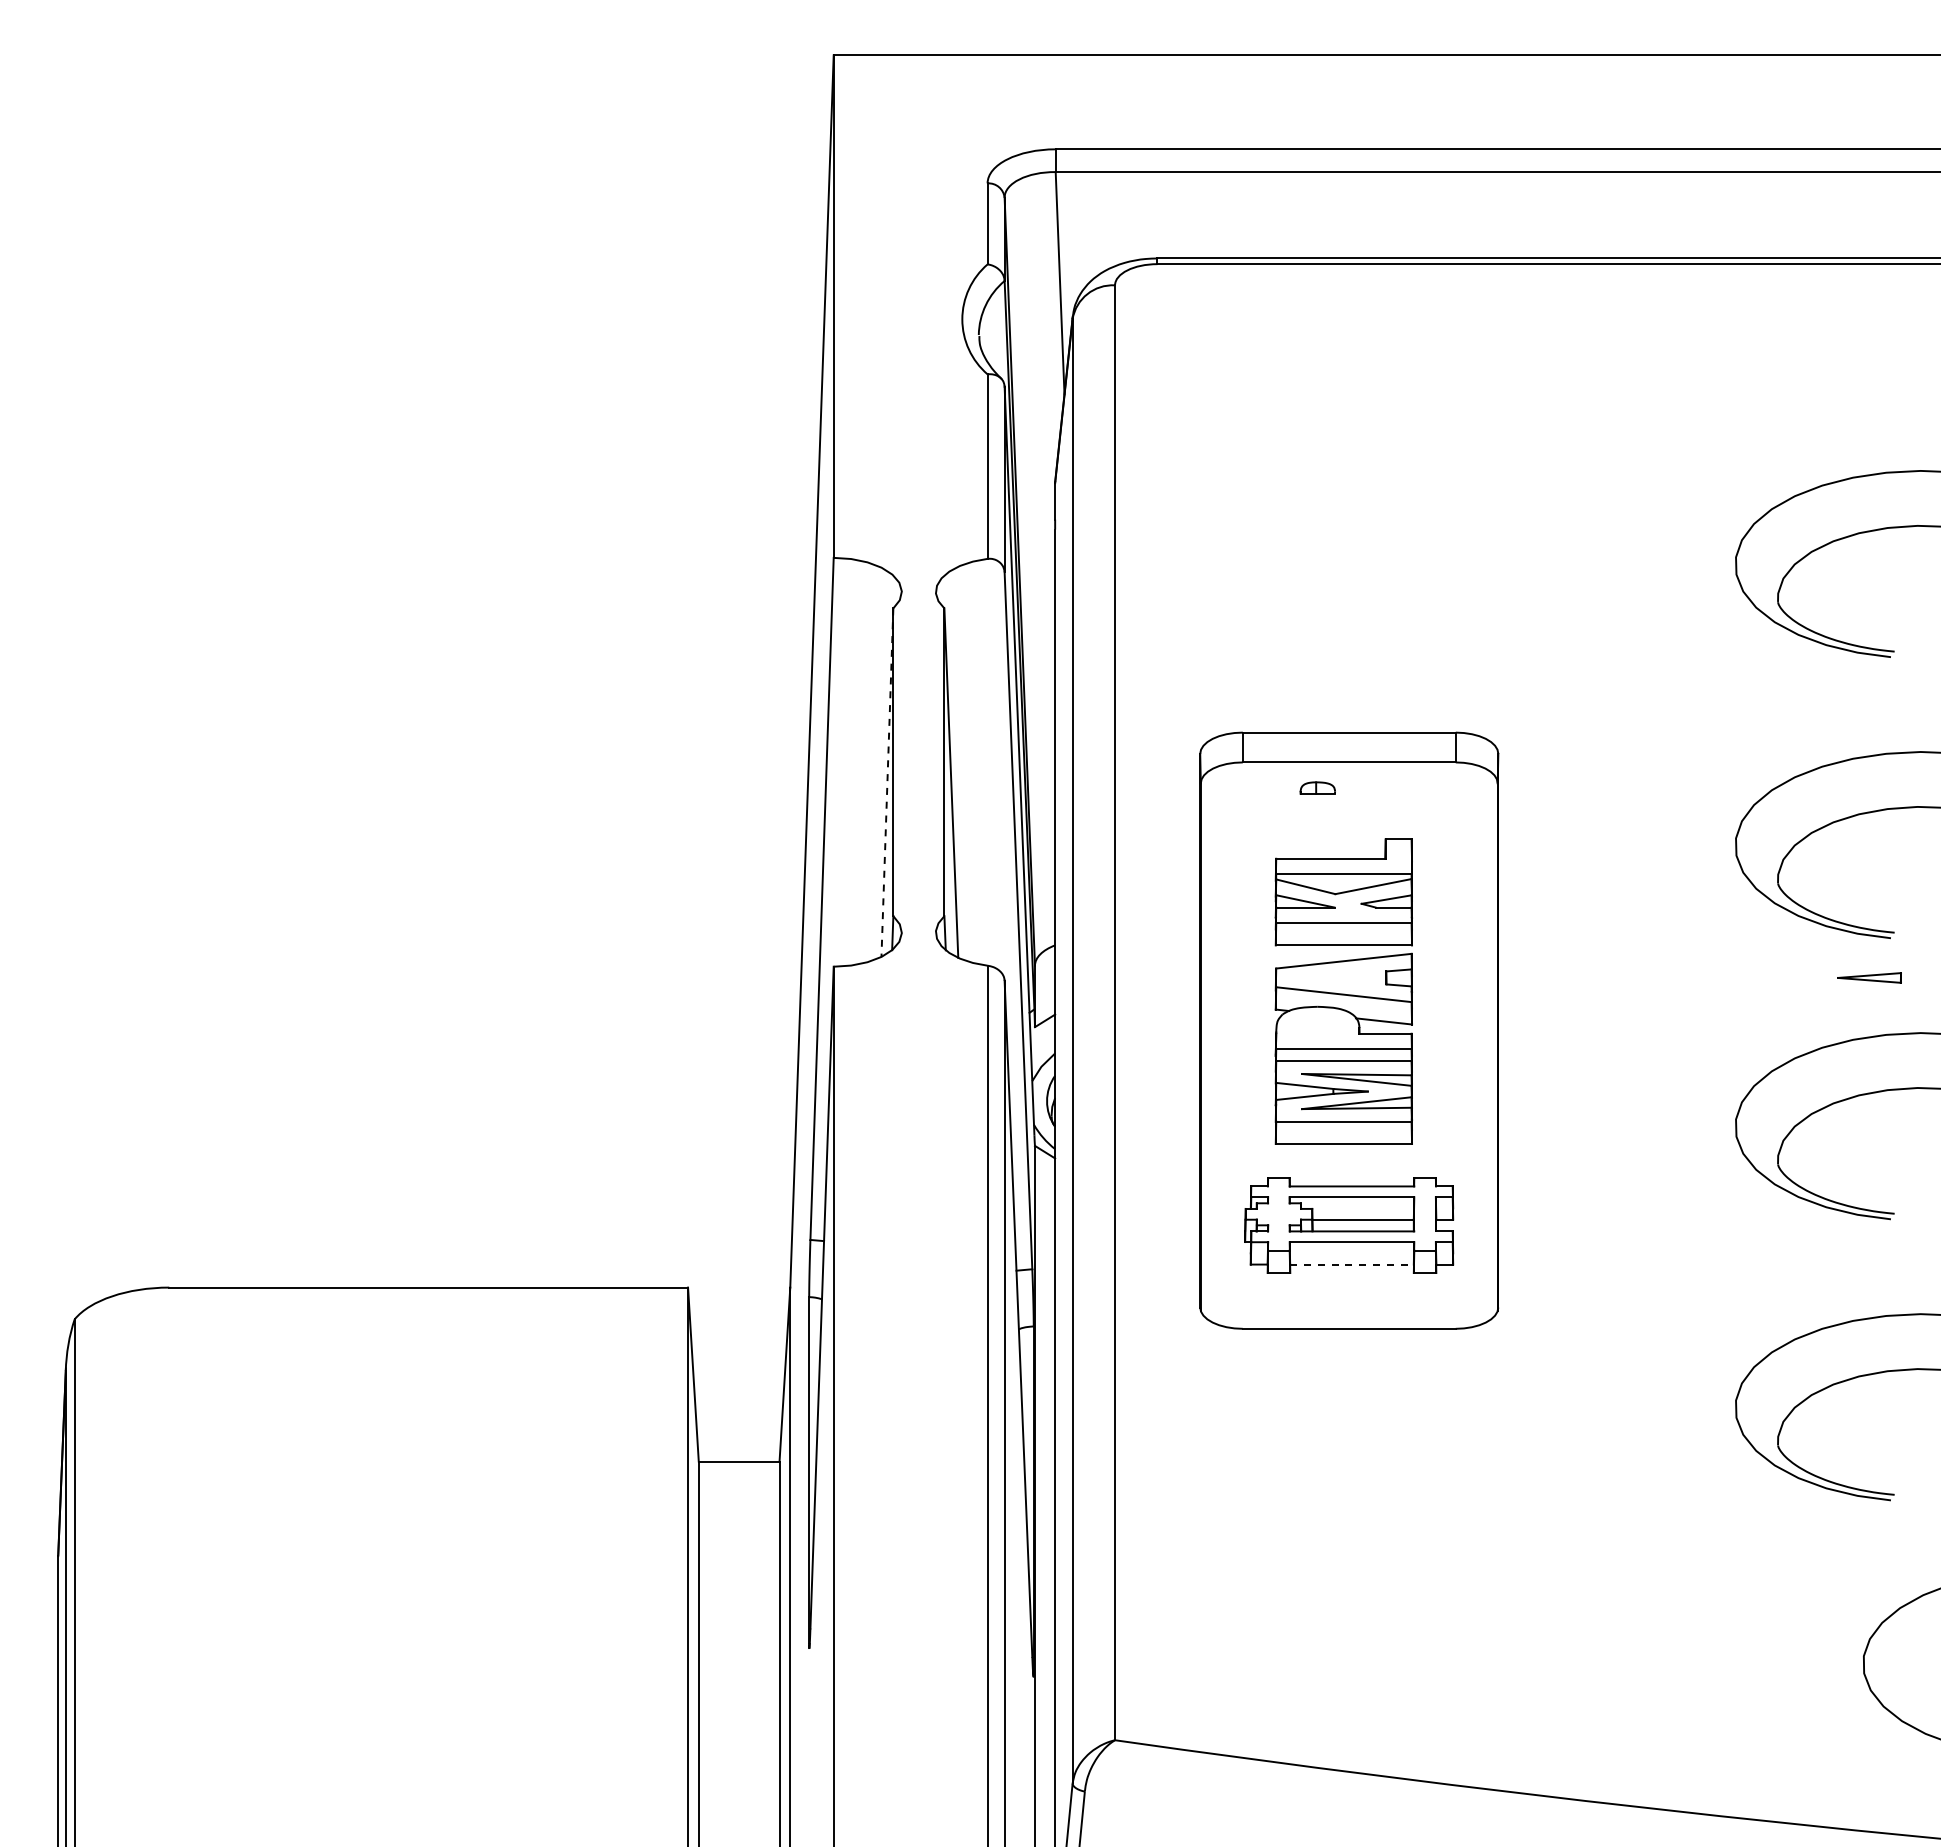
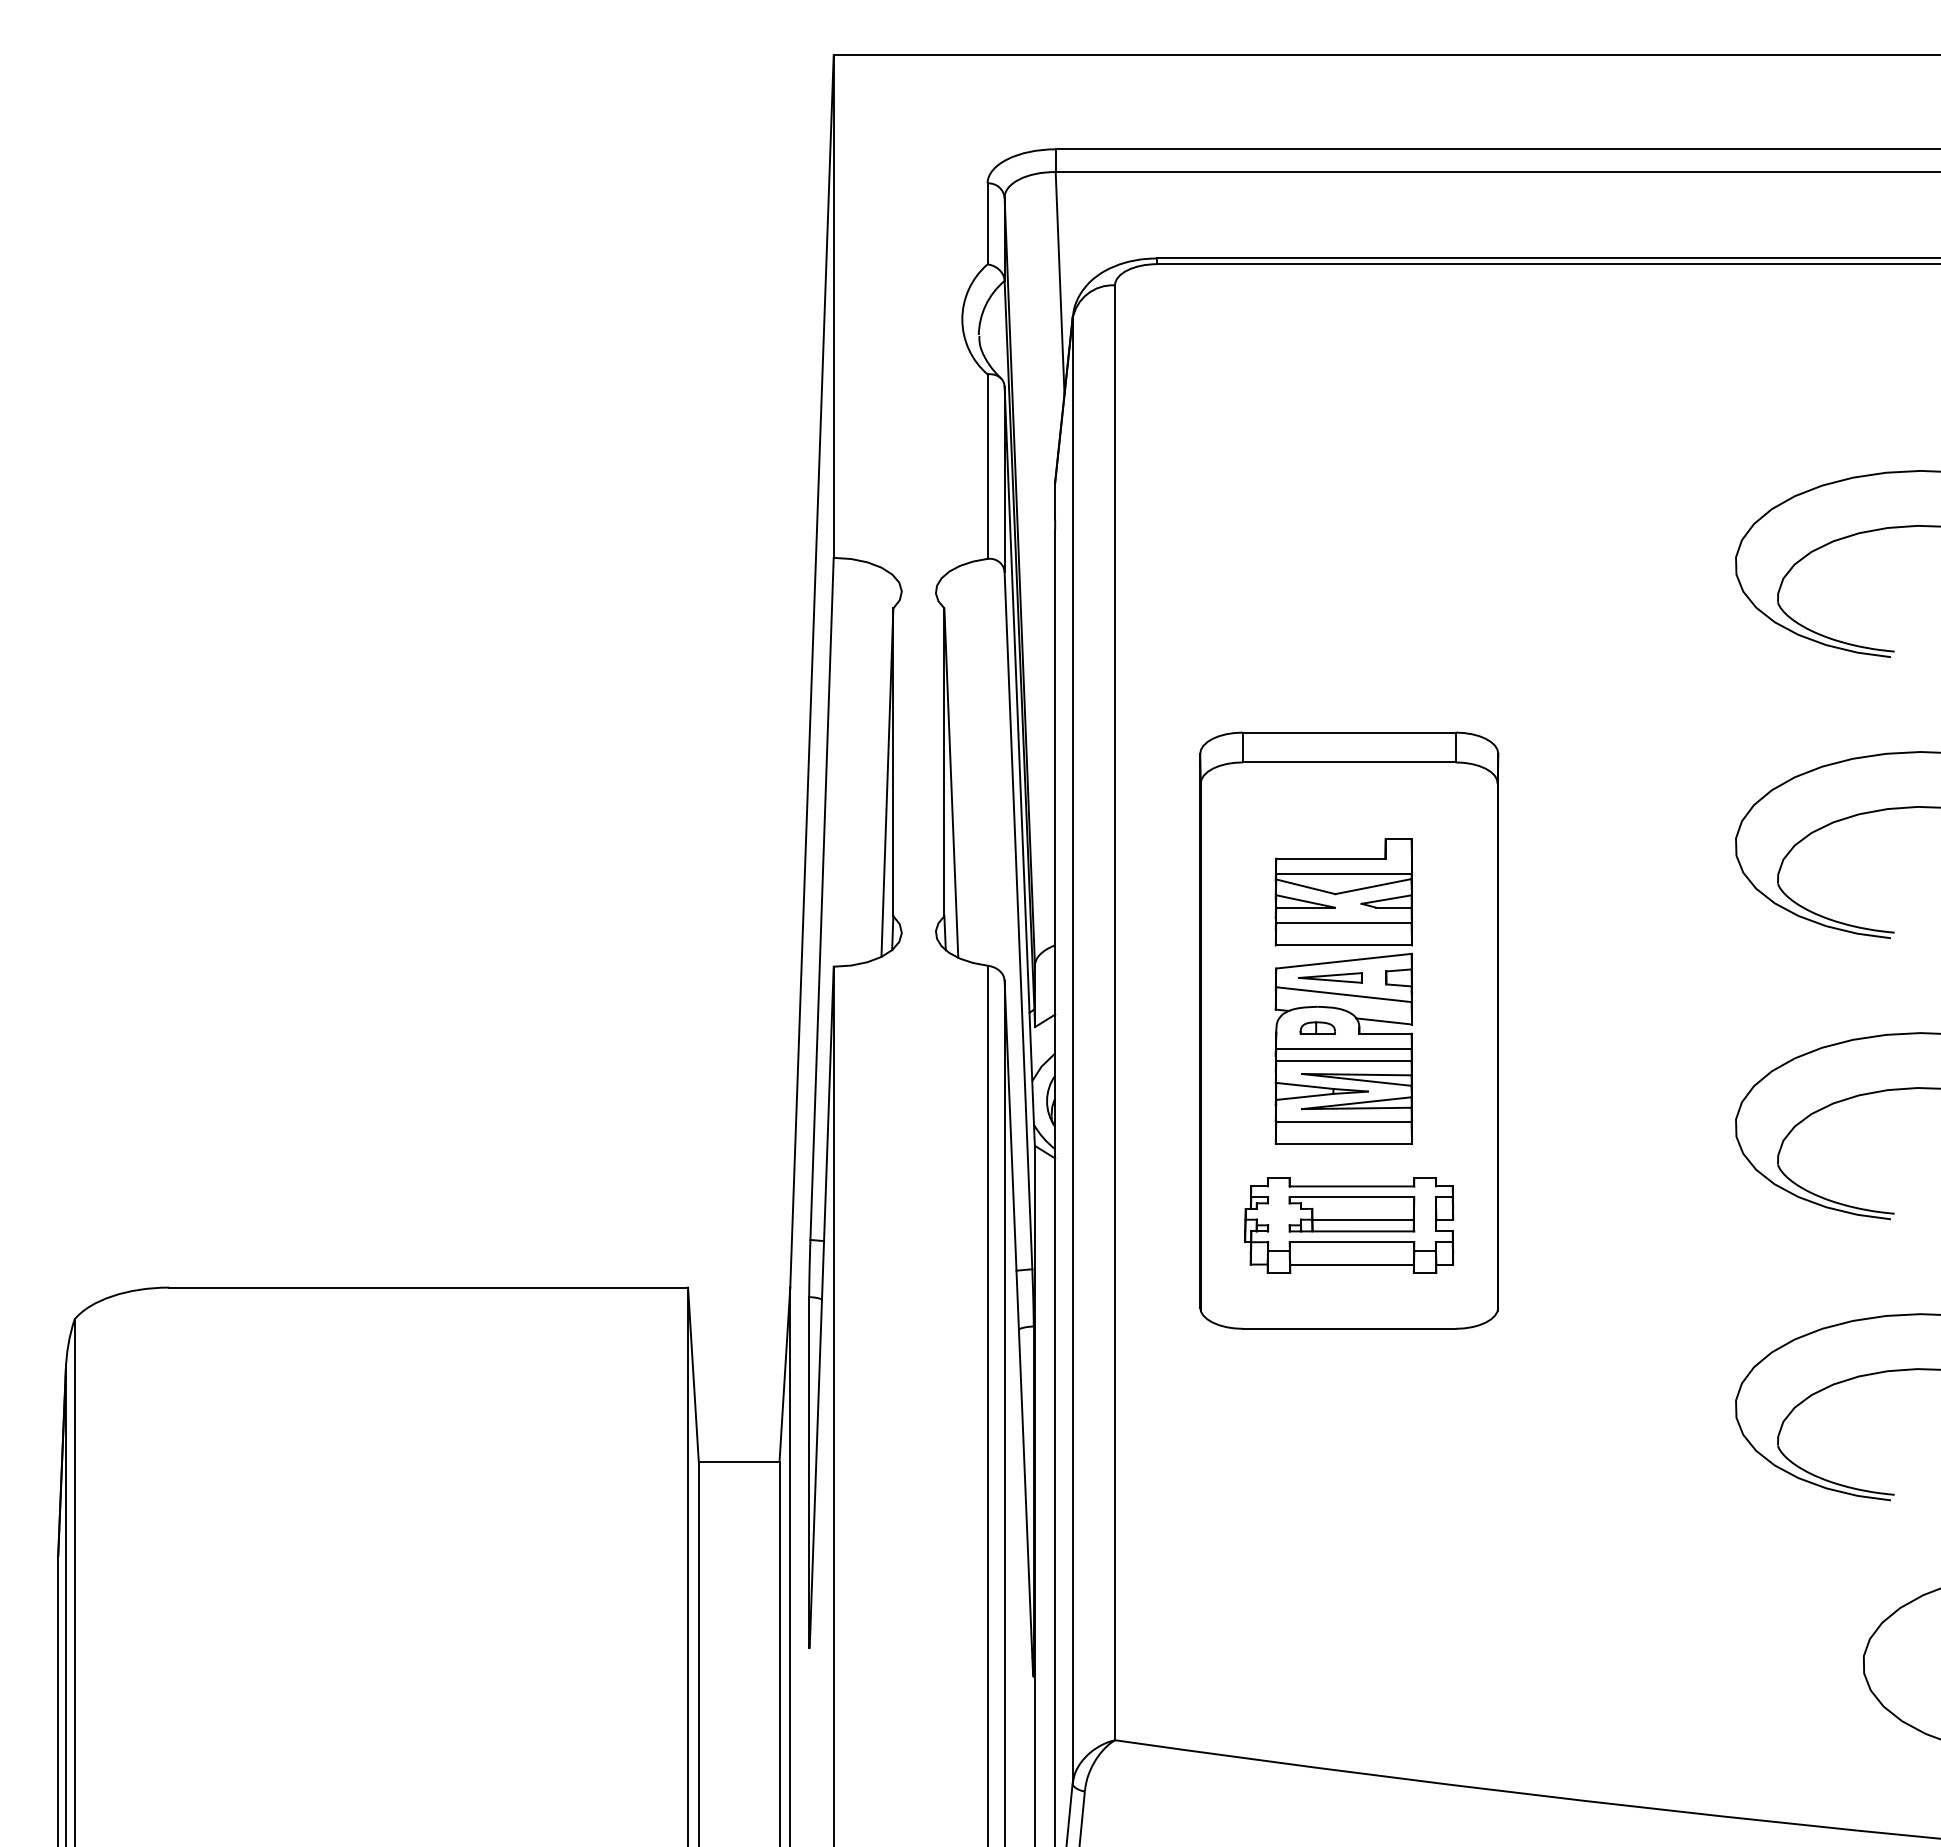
line at (887, 783): dashed -> solid
part at (1317, 787) position: (1317, 787) -> (1317, 1027)
part at (1869, 977) position: (1869, 977) -> (1330, 977)
line at (1351, 1264): dashed -> solid
